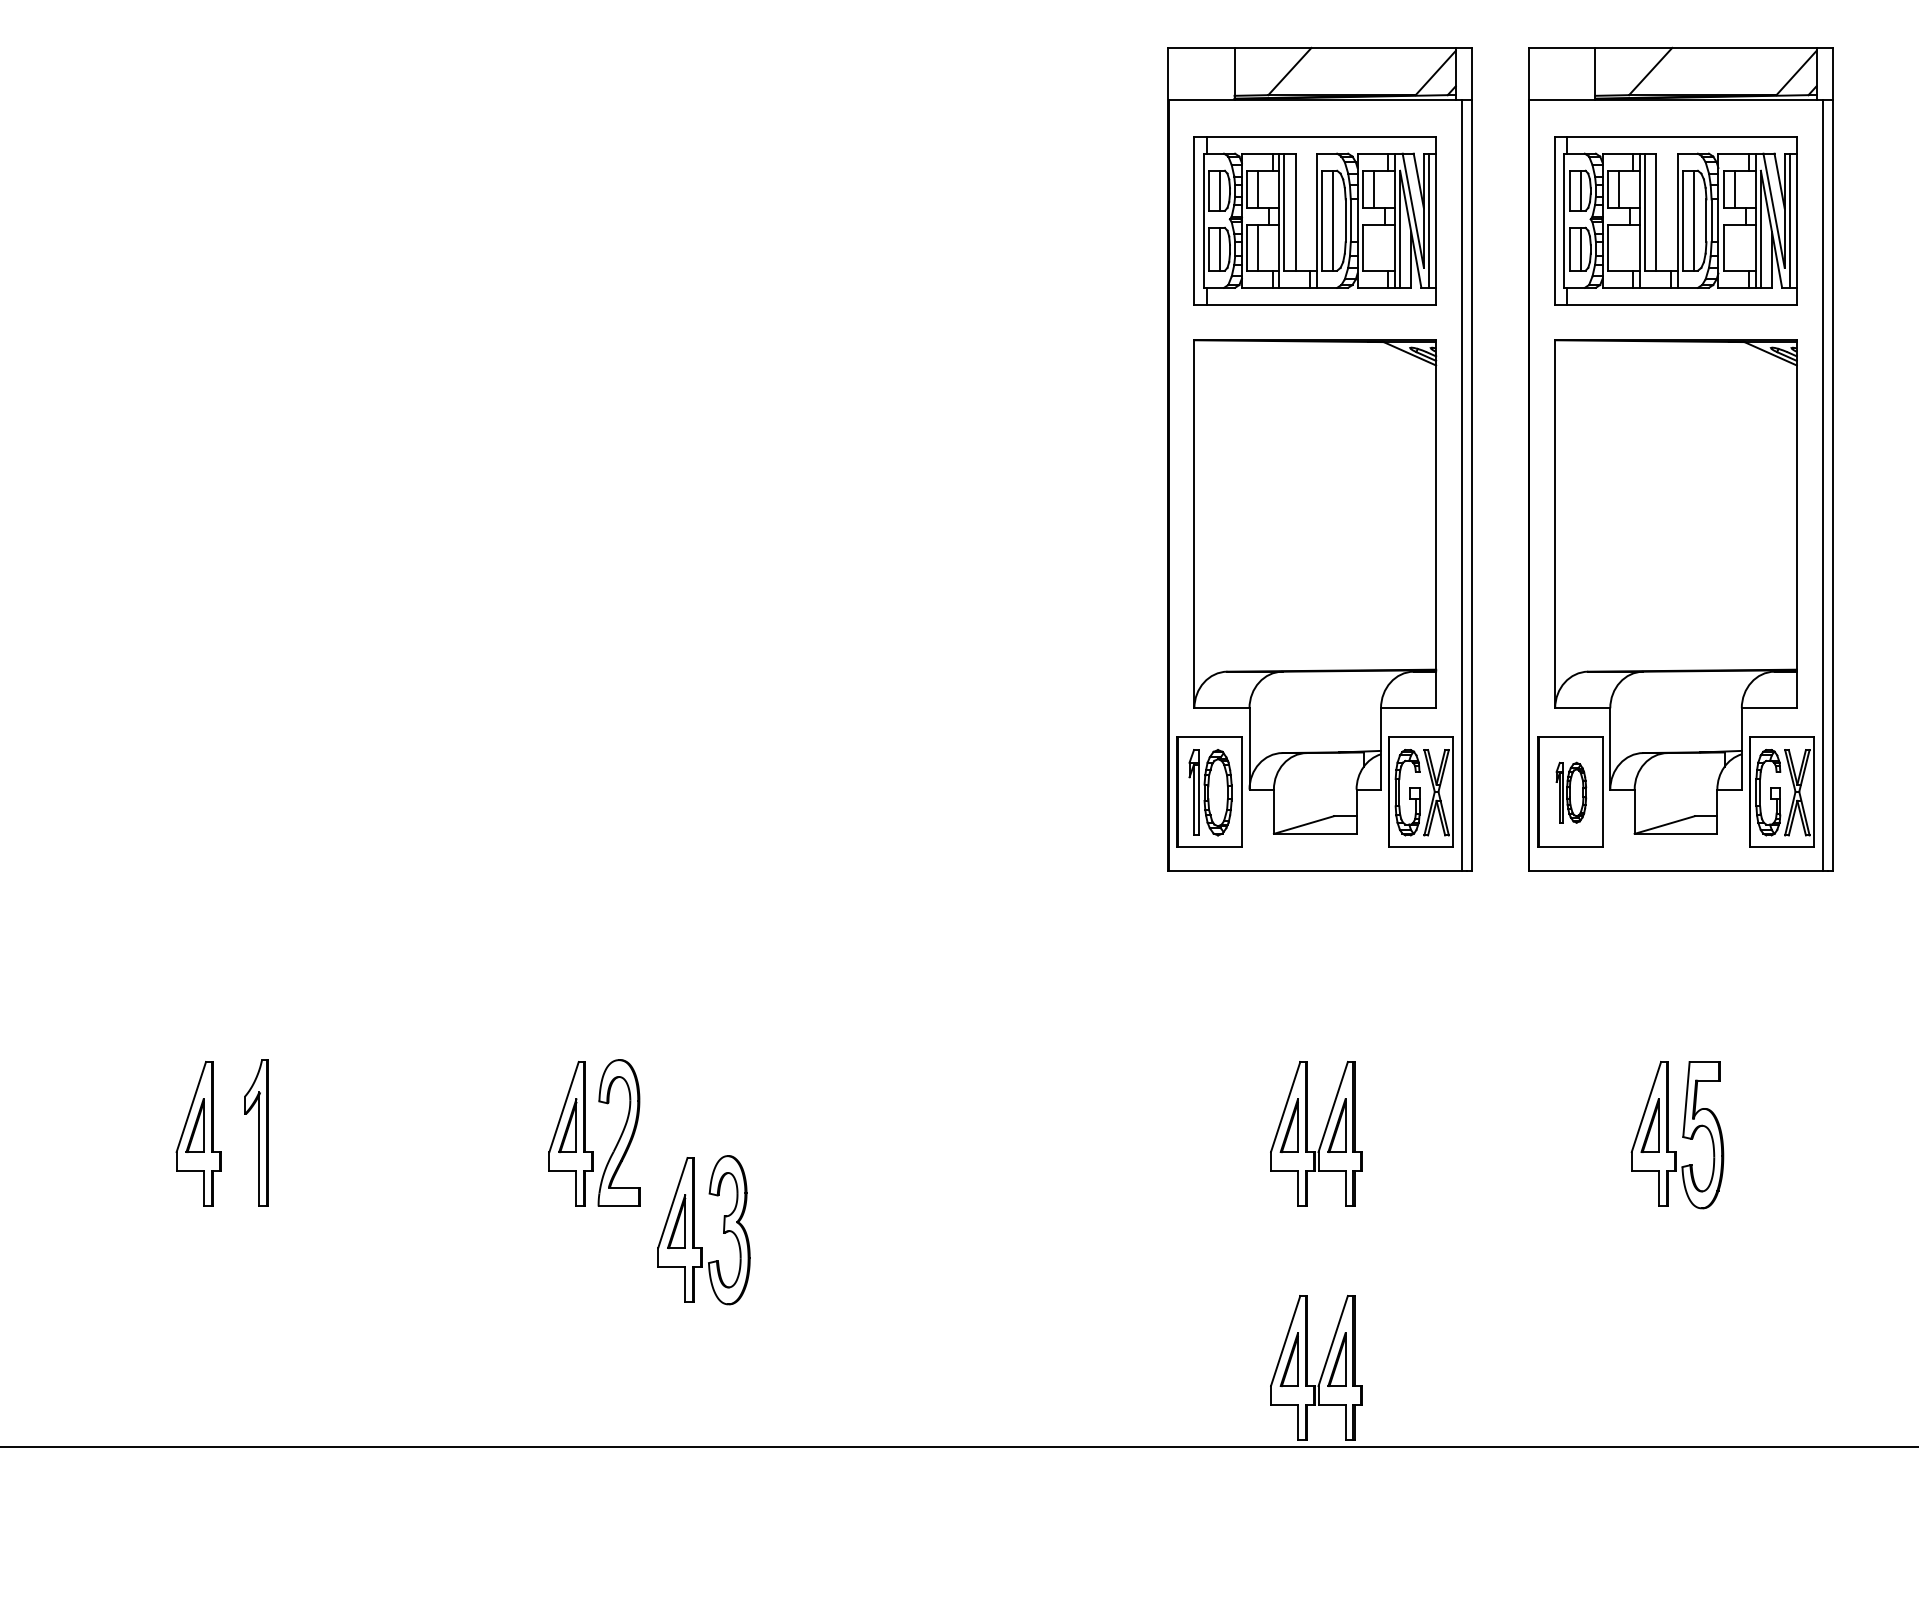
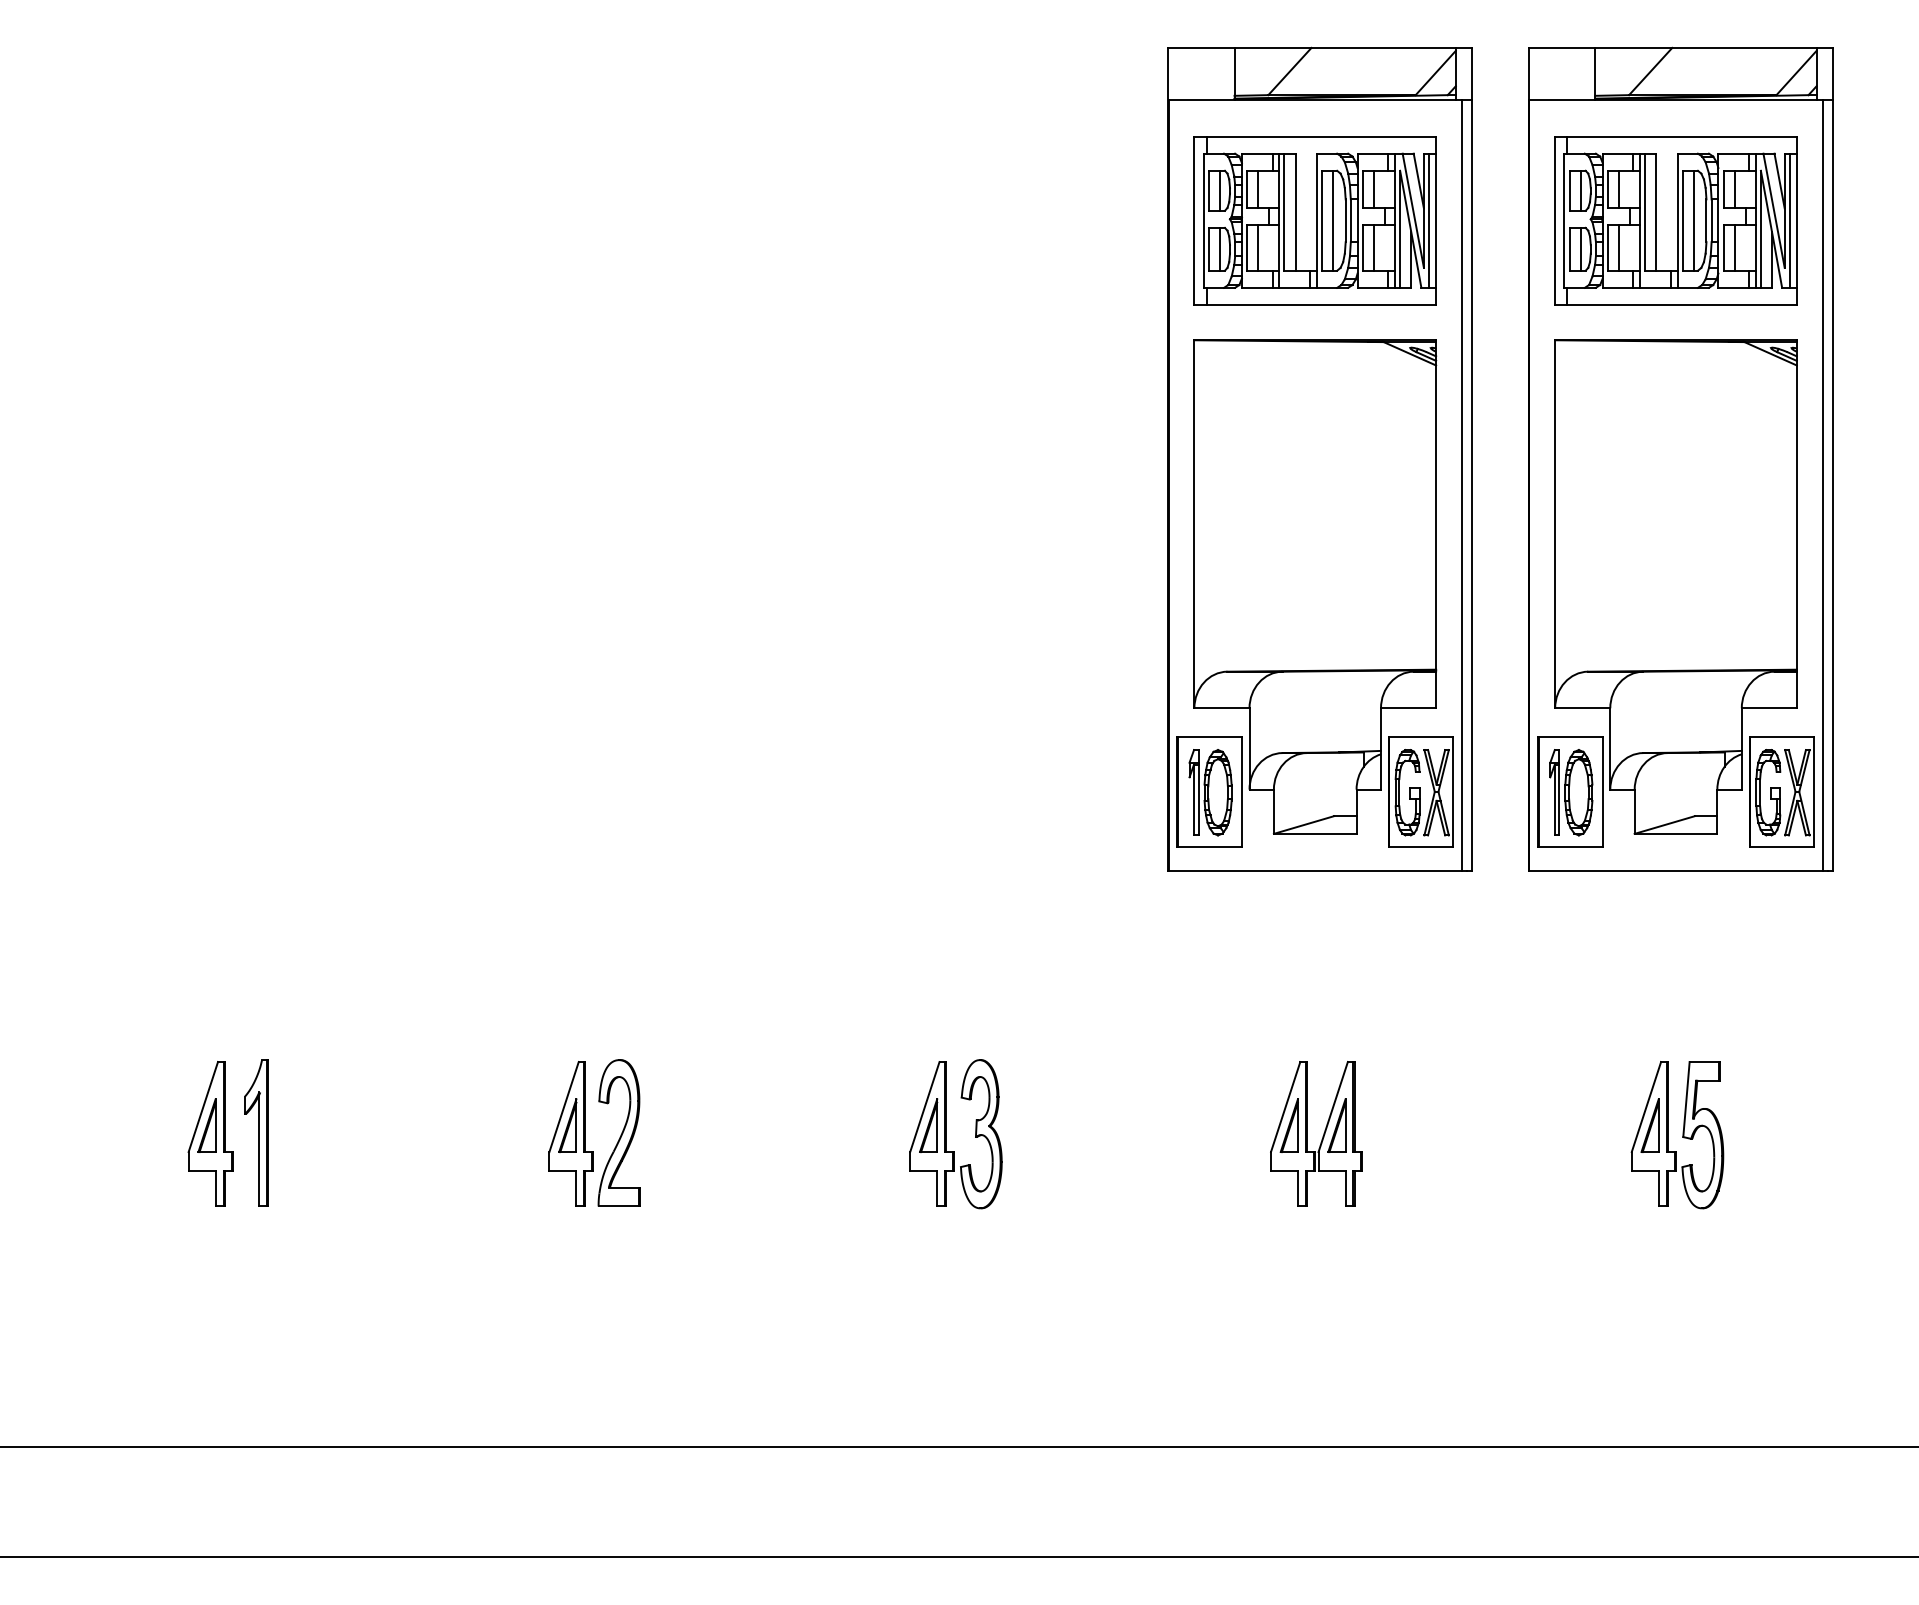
line at (1373, 247): none -> present
line at (1618, 247): none -> present
line at (1734, 247): none -> present
part at (1571, 792) size: 33x63 px -> 45x88 px
part at (198, 1133) position: (198, 1133) -> (210, 1133)
part at (694, 1230) position: (694, 1230) -> (946, 1134)
part at (1322, 1370): present -> none
line at (958, 1557): none -> present
